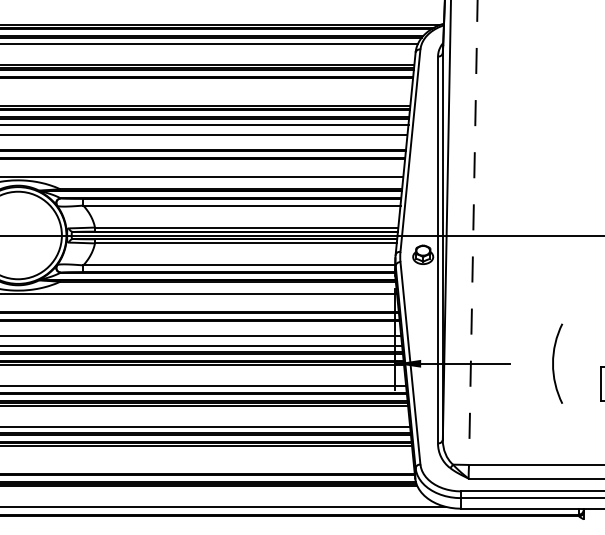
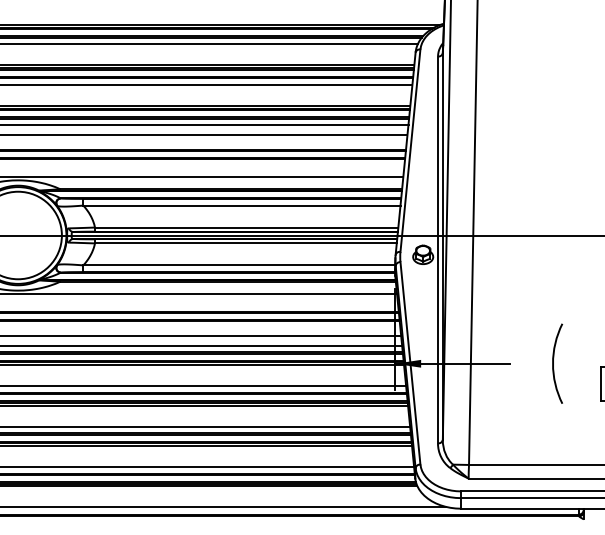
line at (207, 84): none -> present
line at (473, 233): dashed -> solid
line at (208, 466): none -> present
